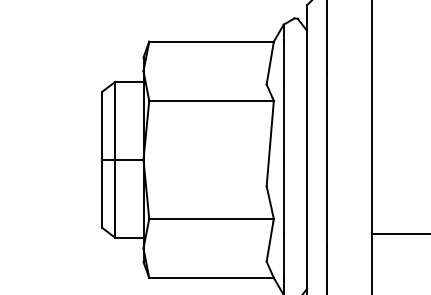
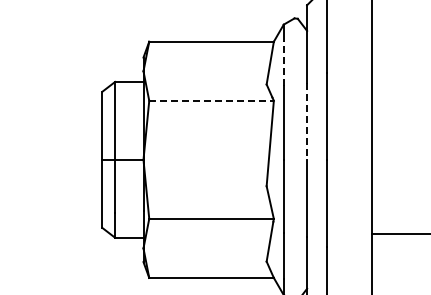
line at (283, 63): solid -> dashed
line at (212, 100): solid -> dashed
line at (307, 121): solid -> dashed
